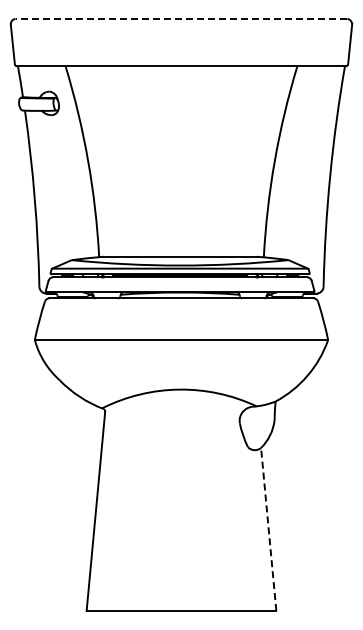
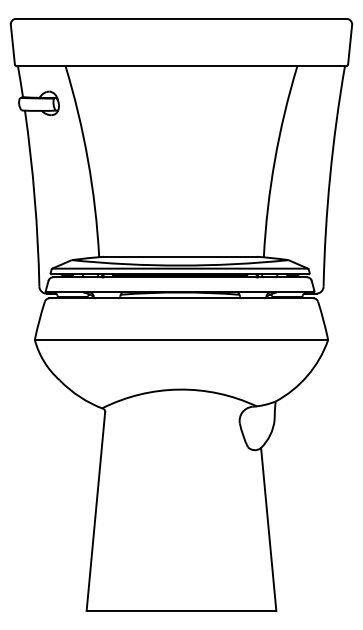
line at (181, 18): dashed -> solid
line at (268, 529): dashed -> solid
